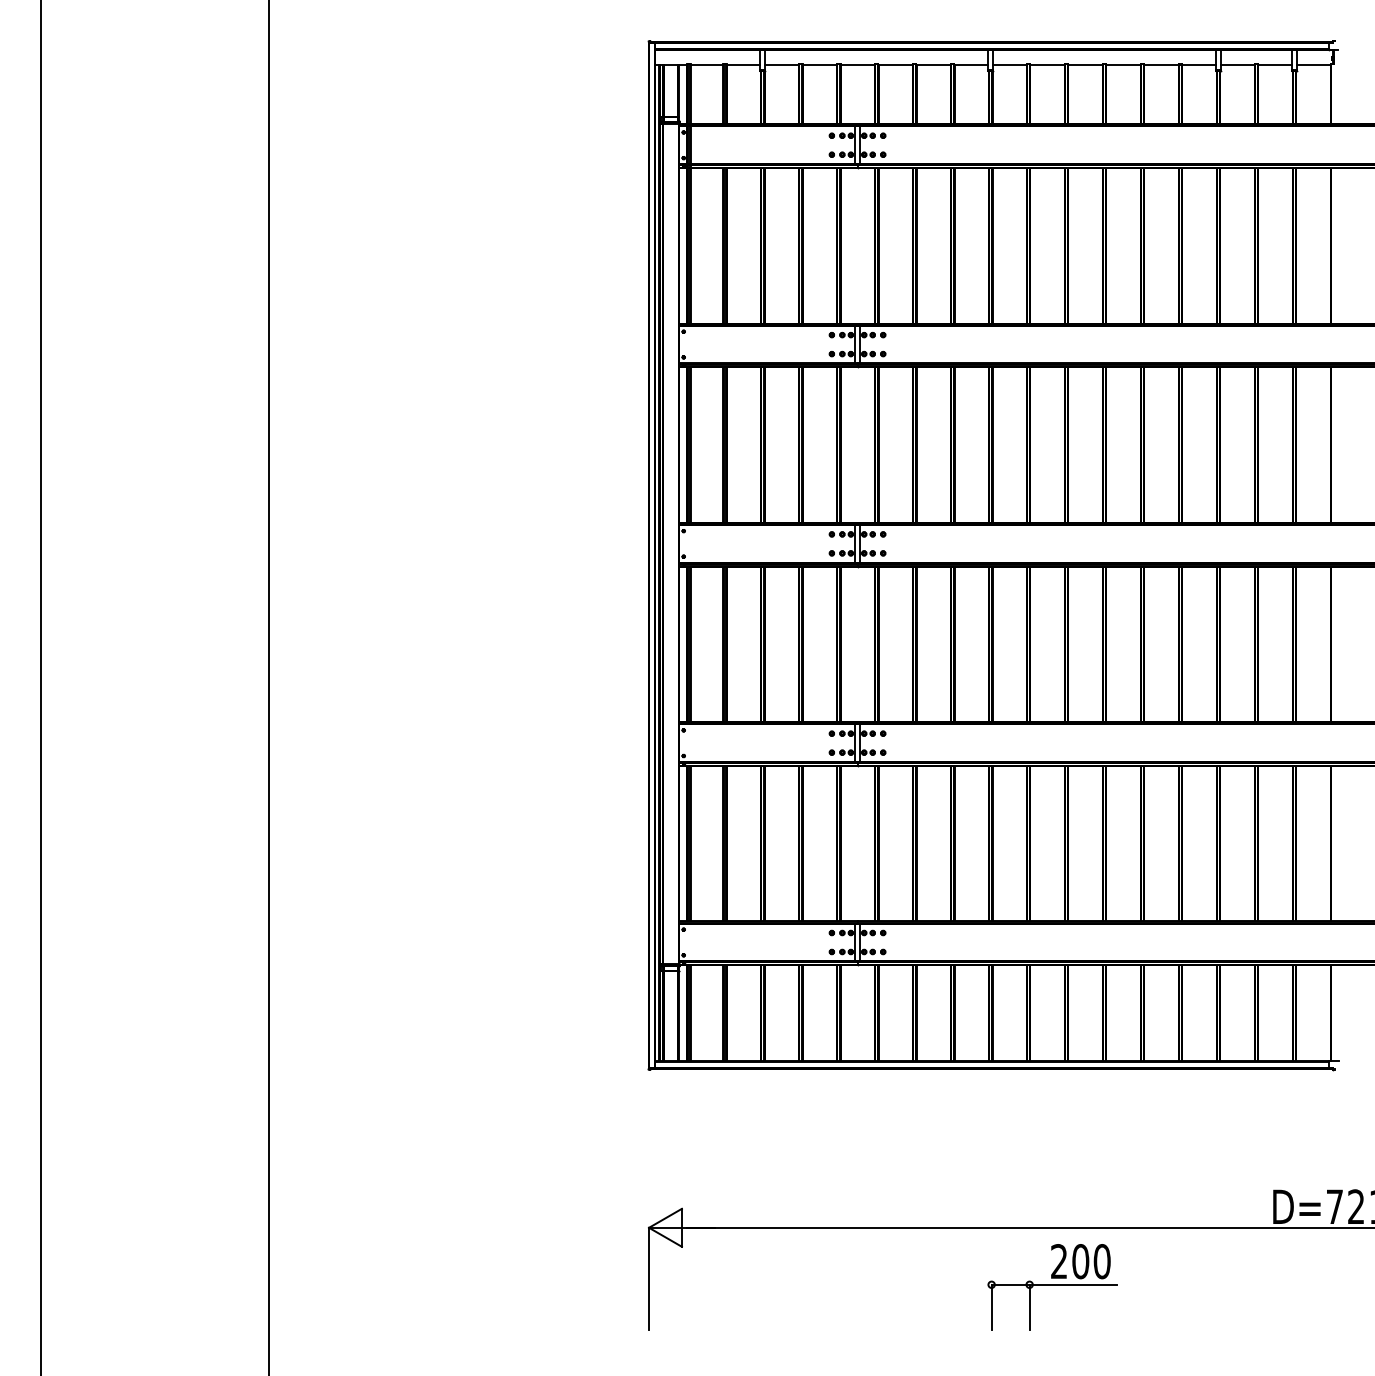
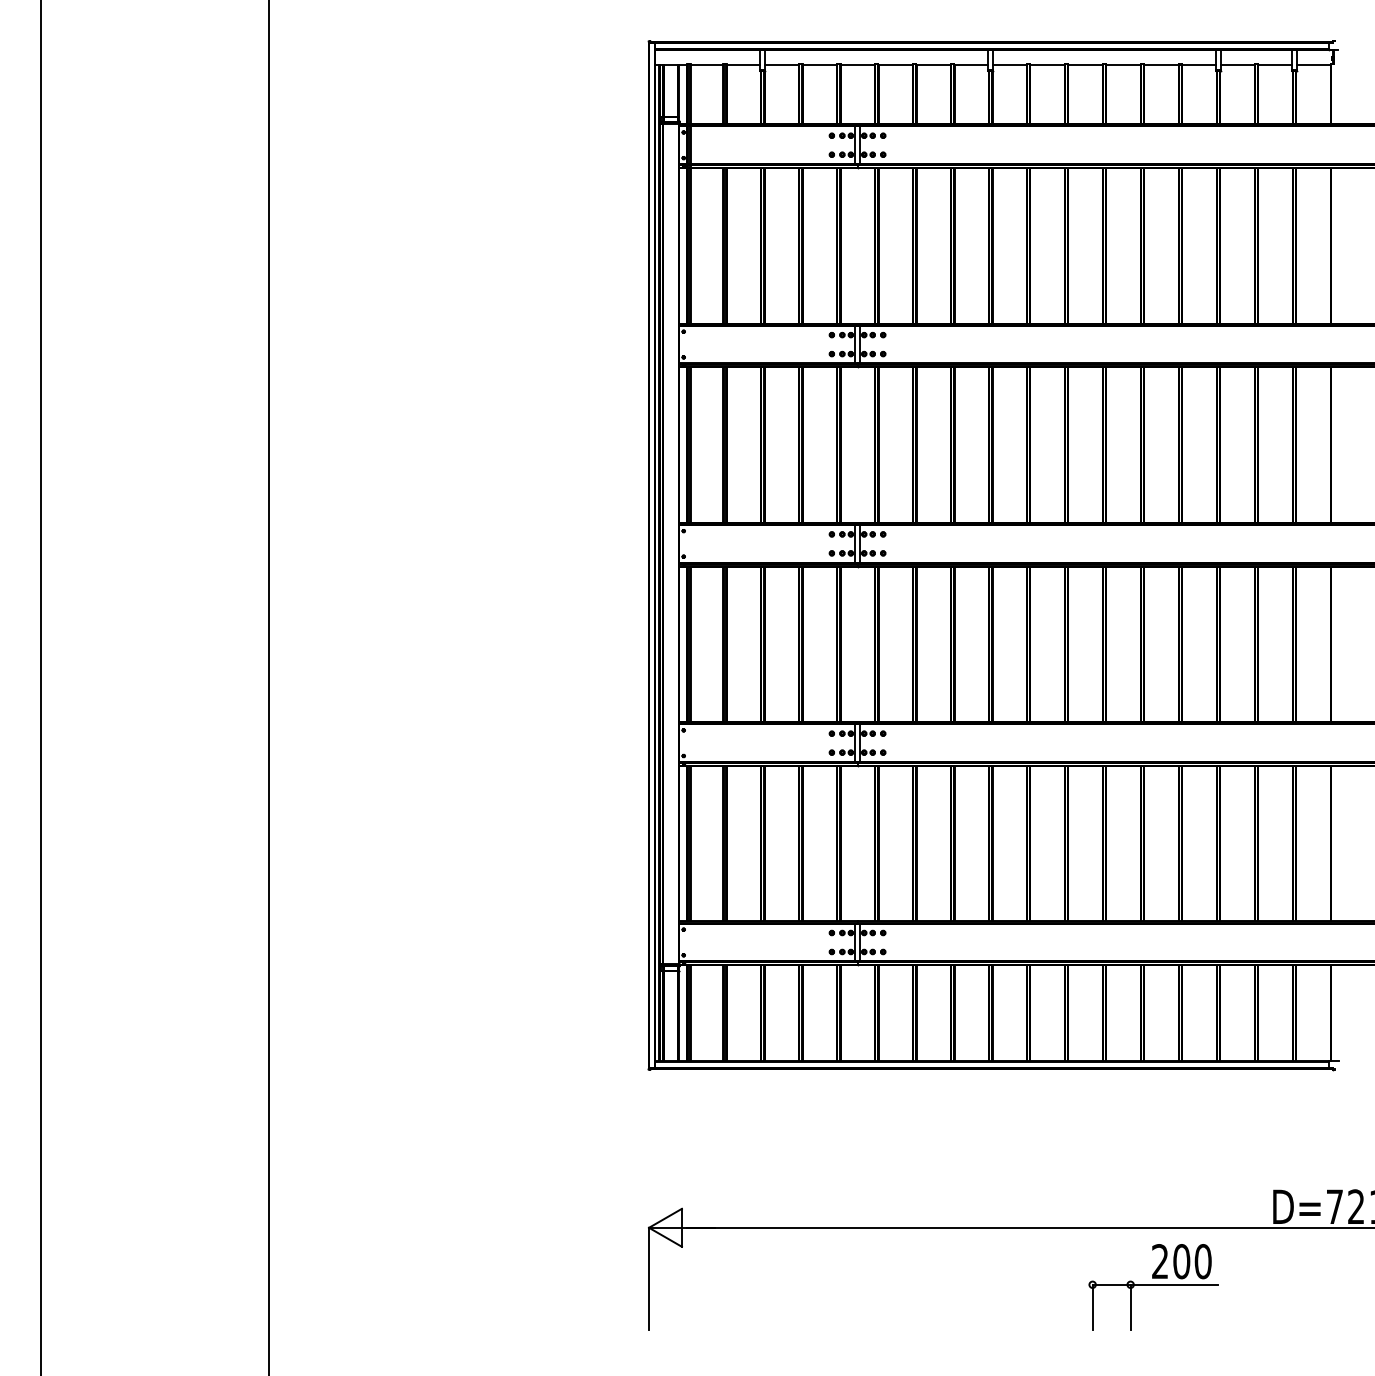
part at (1052, 1287) position: (1052, 1287) -> (1153, 1287)
